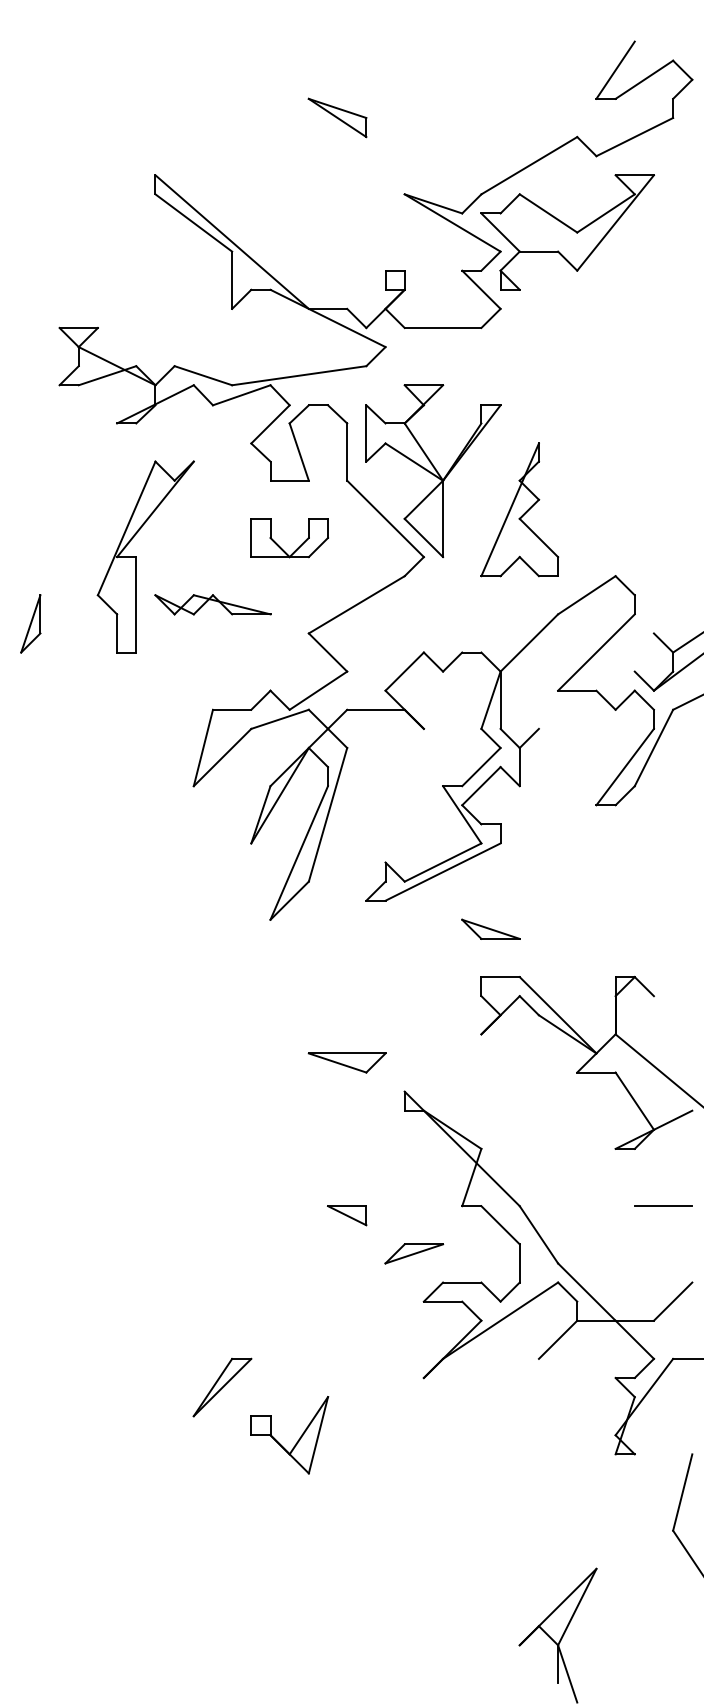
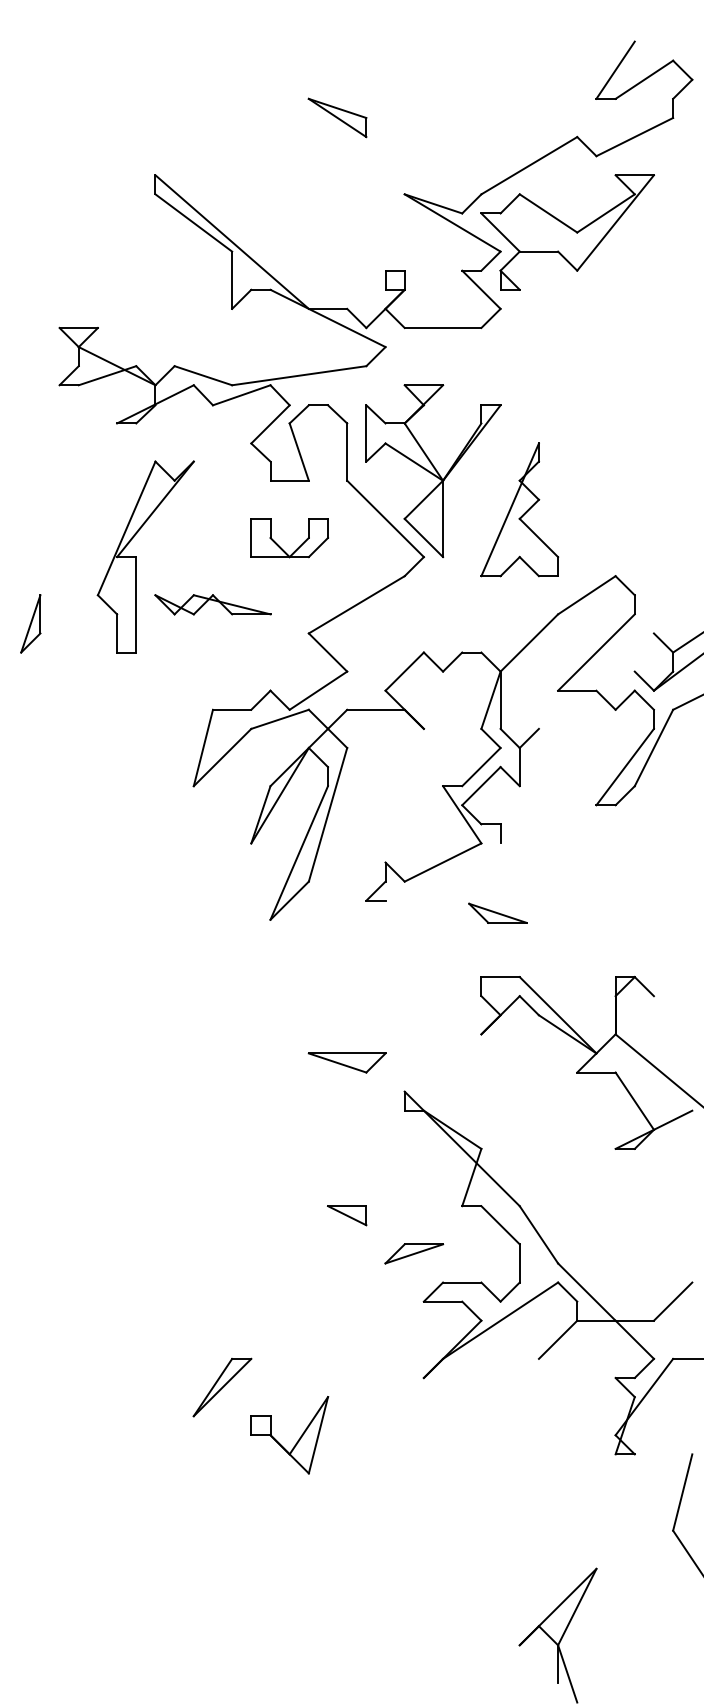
line at (442, 871): present -> none
part at (490, 928) position: (490, 928) -> (497, 912)
line at (663, 1205): present -> none
